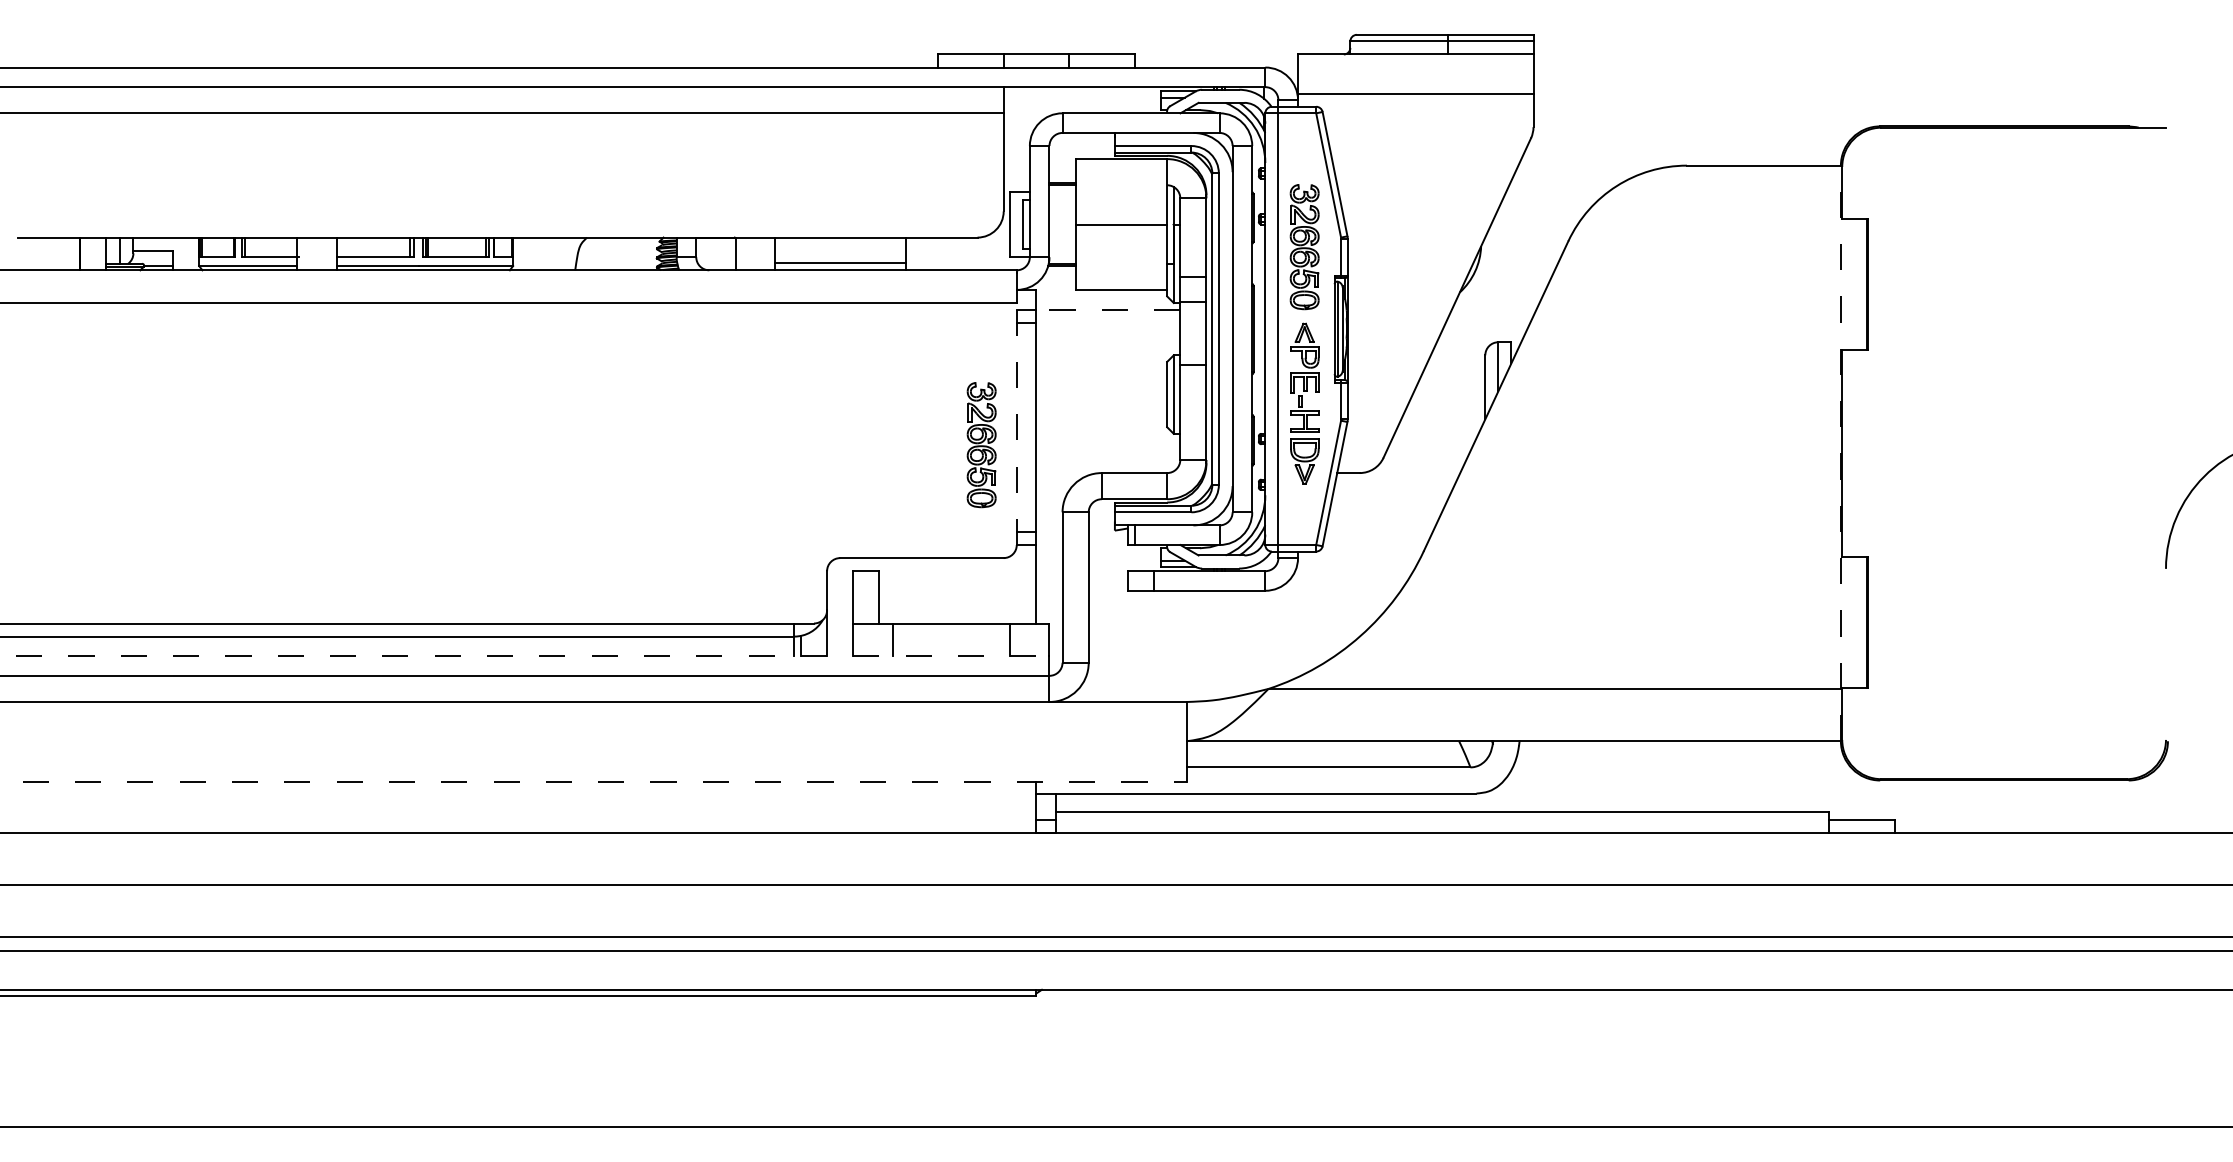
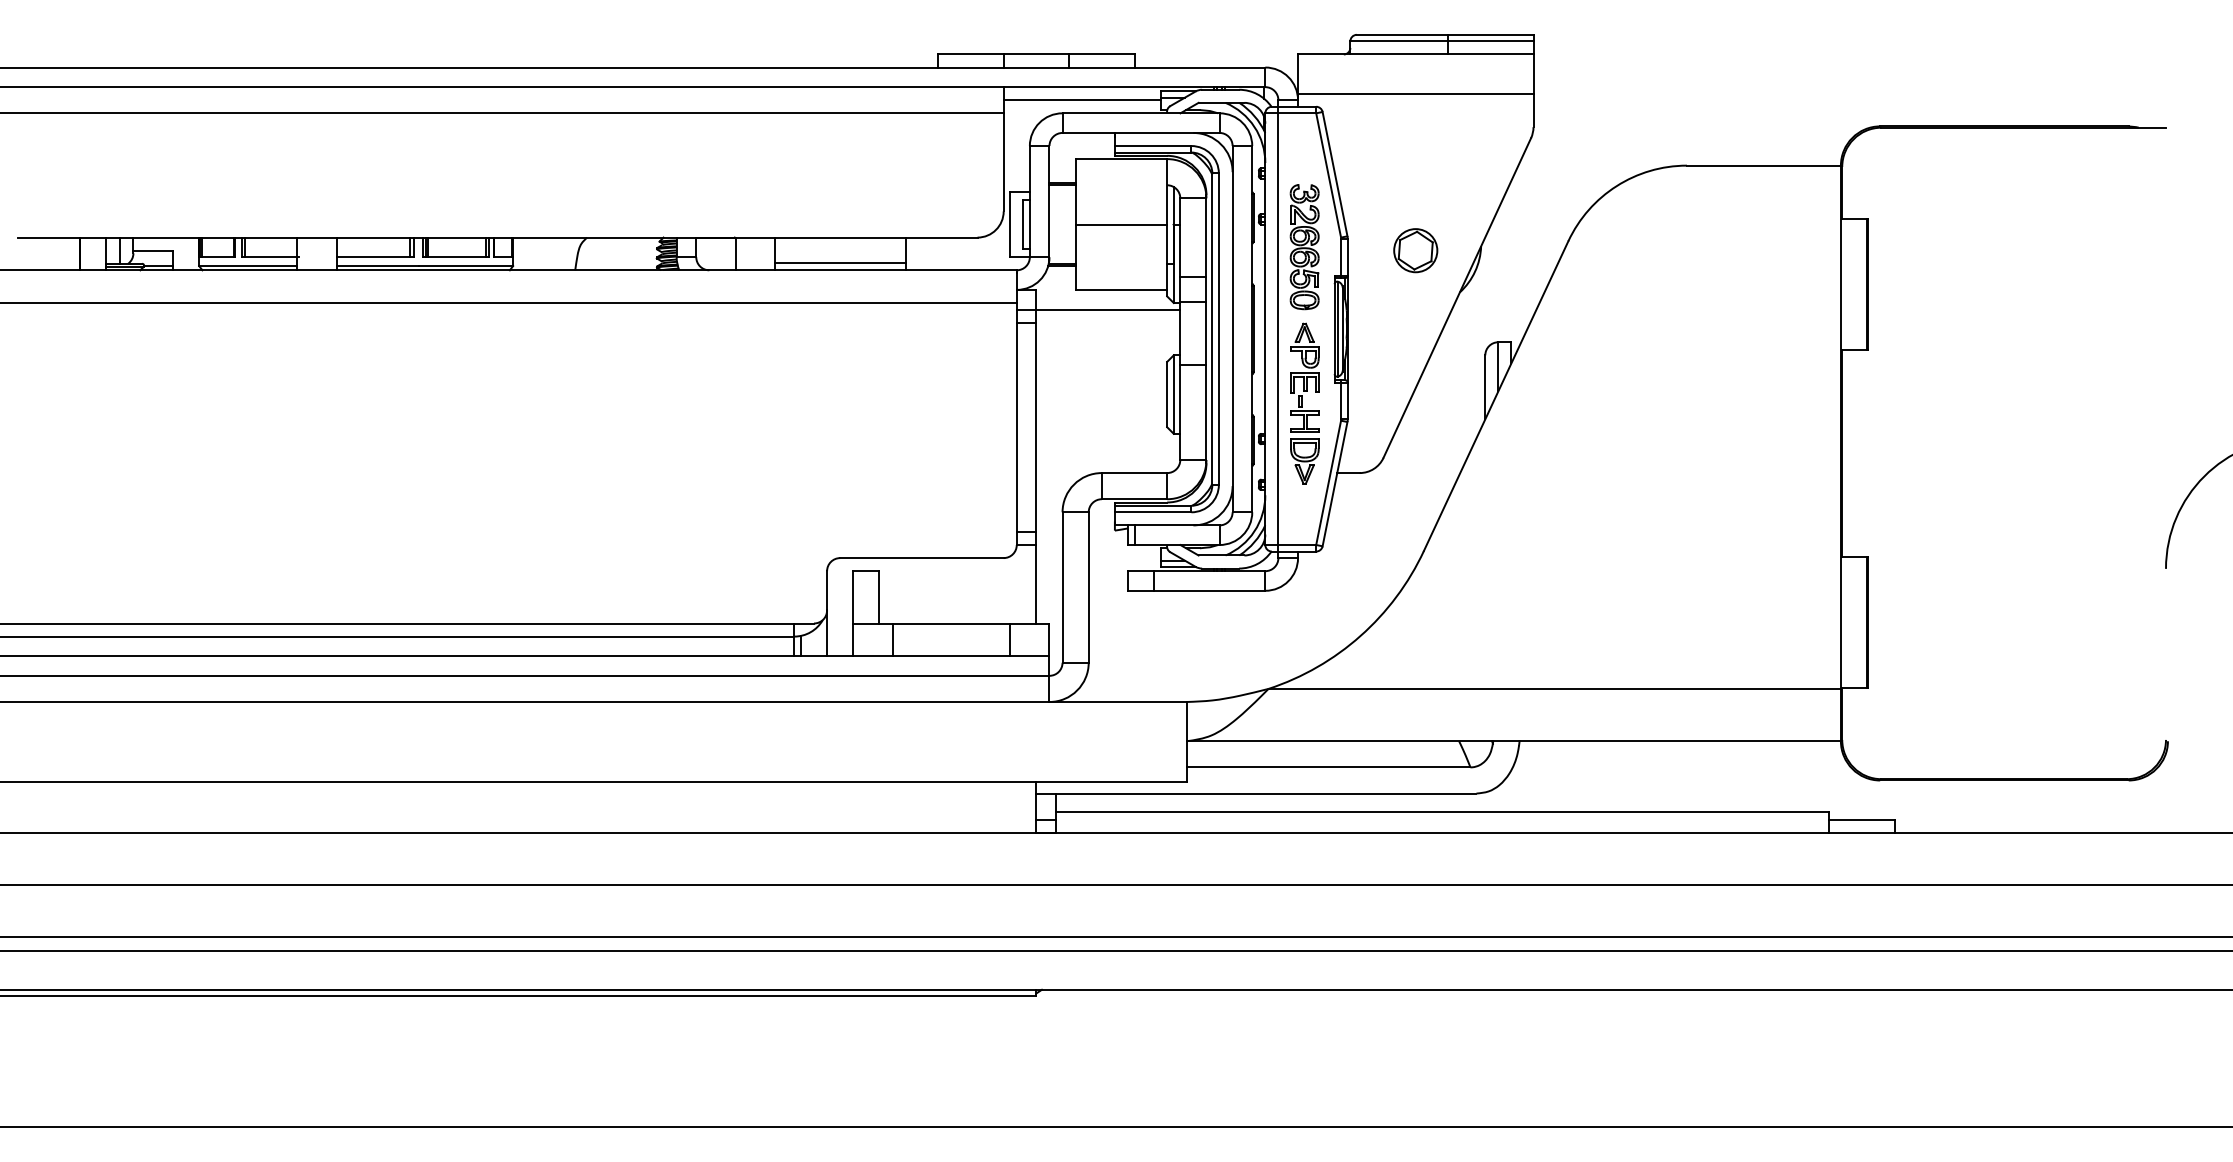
line at (1081, 100): none -> present
part at (1415, 250): none -> present
line at (1108, 309): dashed -> solid
line at (1016, 423): dashed -> solid
part at (981, 445): present -> none
line at (1840, 453): dashed -> solid
line at (525, 656): dashed -> solid
line at (593, 781): dashed -> solid
